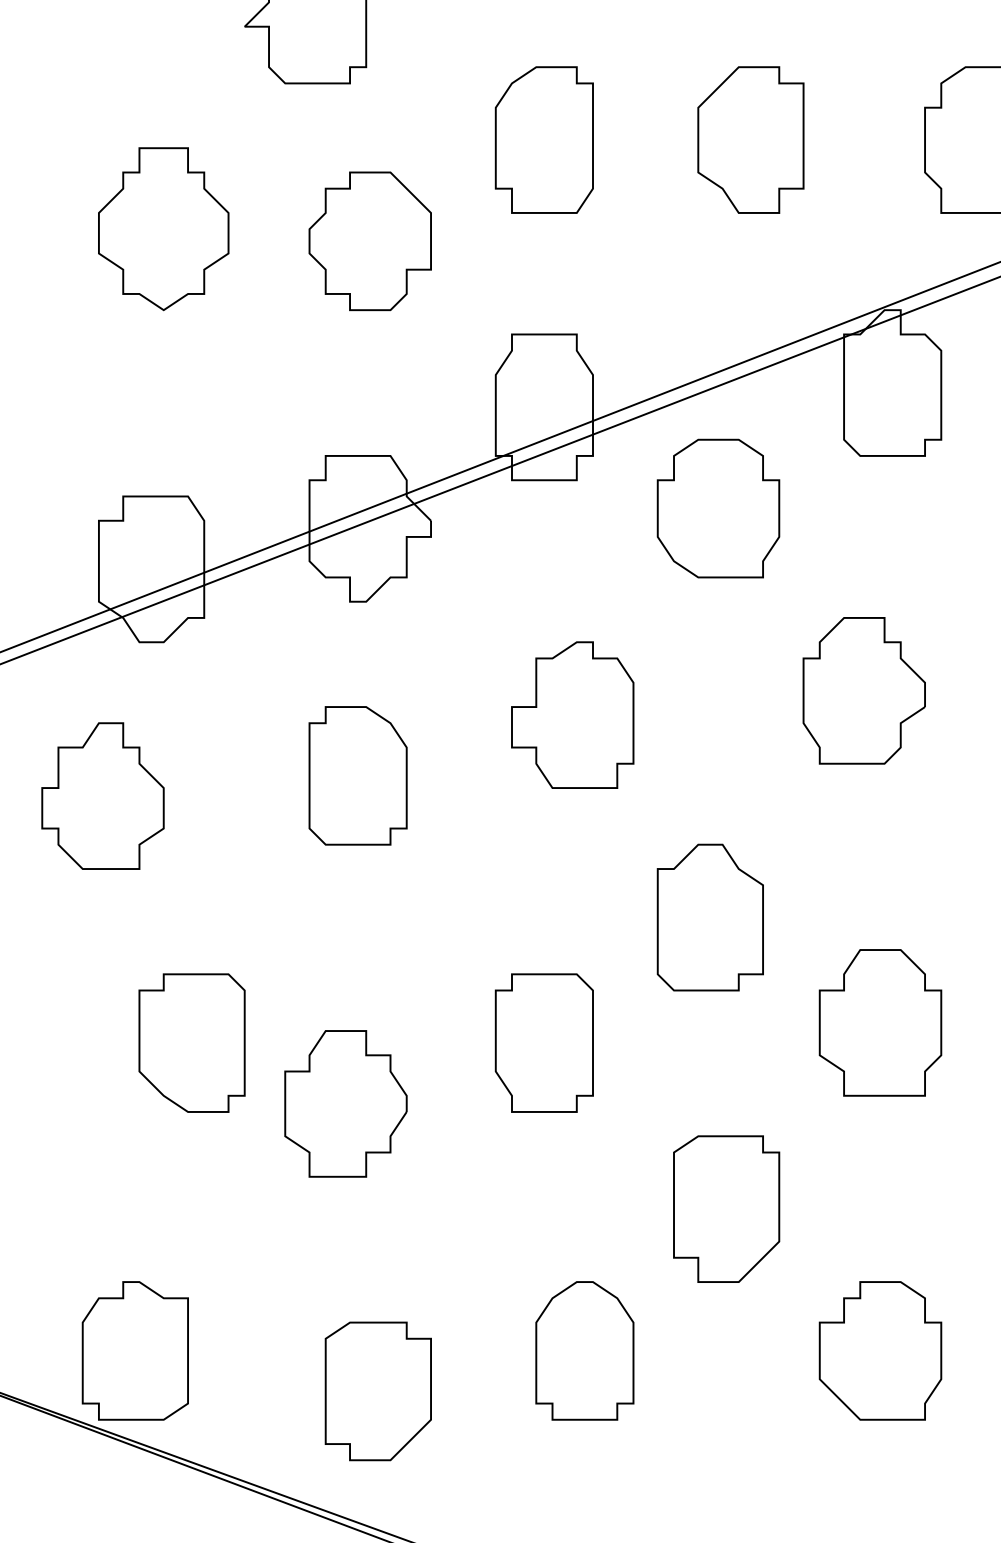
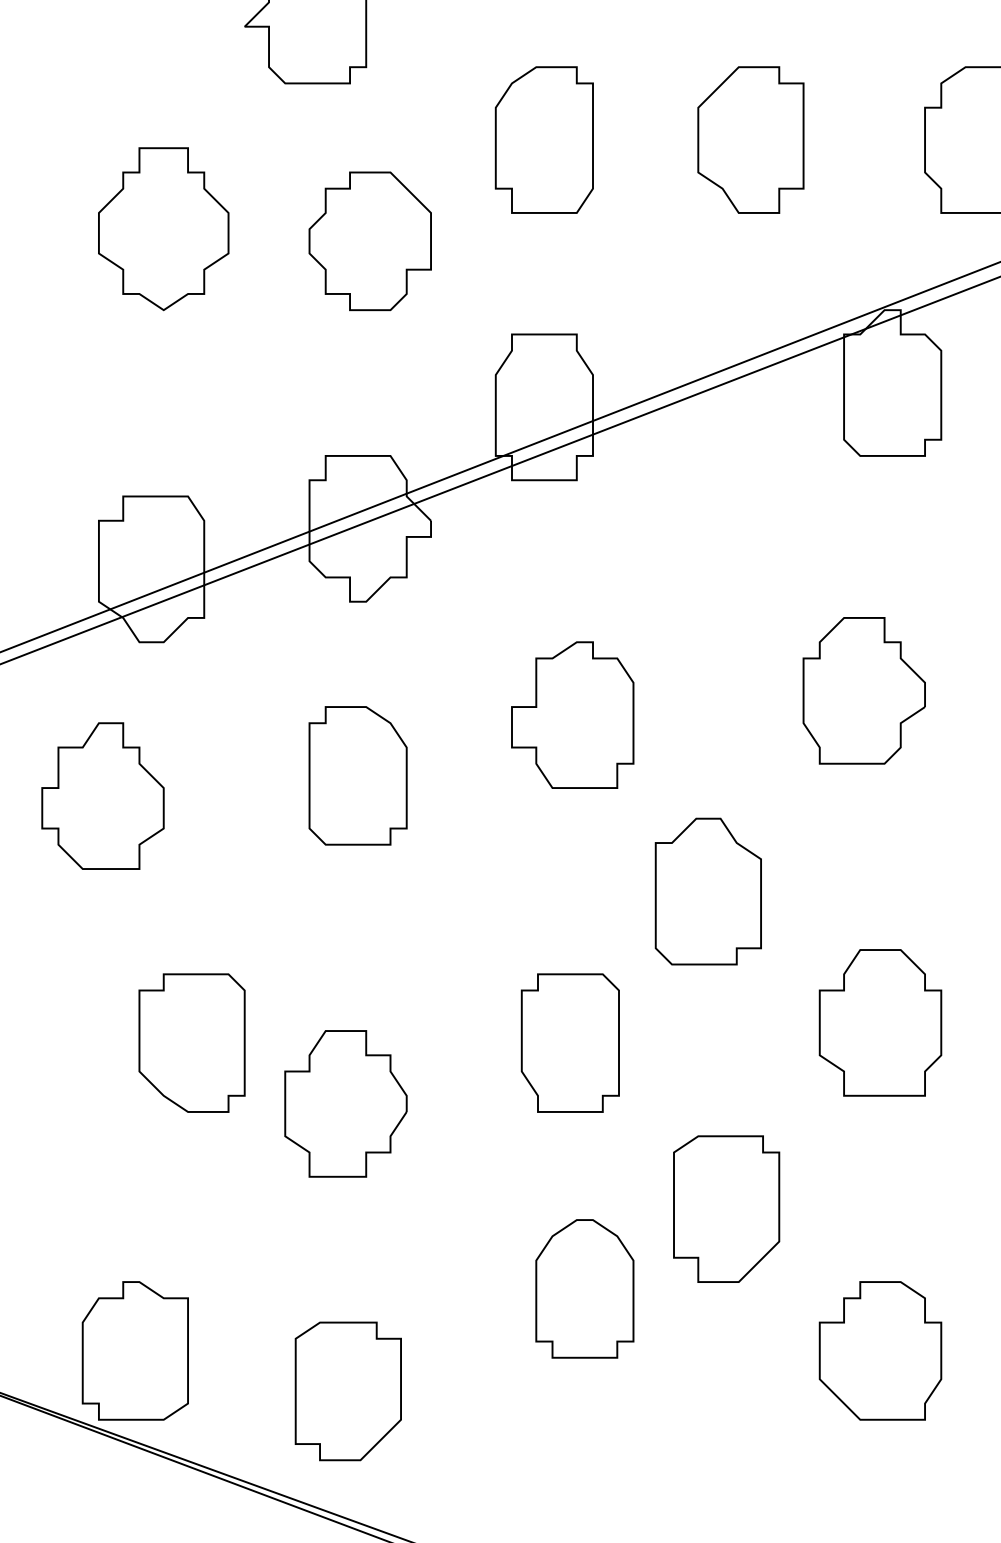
part at (718, 508): present -> none
part at (709, 917) position: (709, 917) -> (707, 891)
part at (543, 1042) position: (543, 1042) -> (569, 1042)
part at (584, 1350) position: (584, 1350) -> (584, 1288)
part at (377, 1391) position: (377, 1391) -> (347, 1391)
